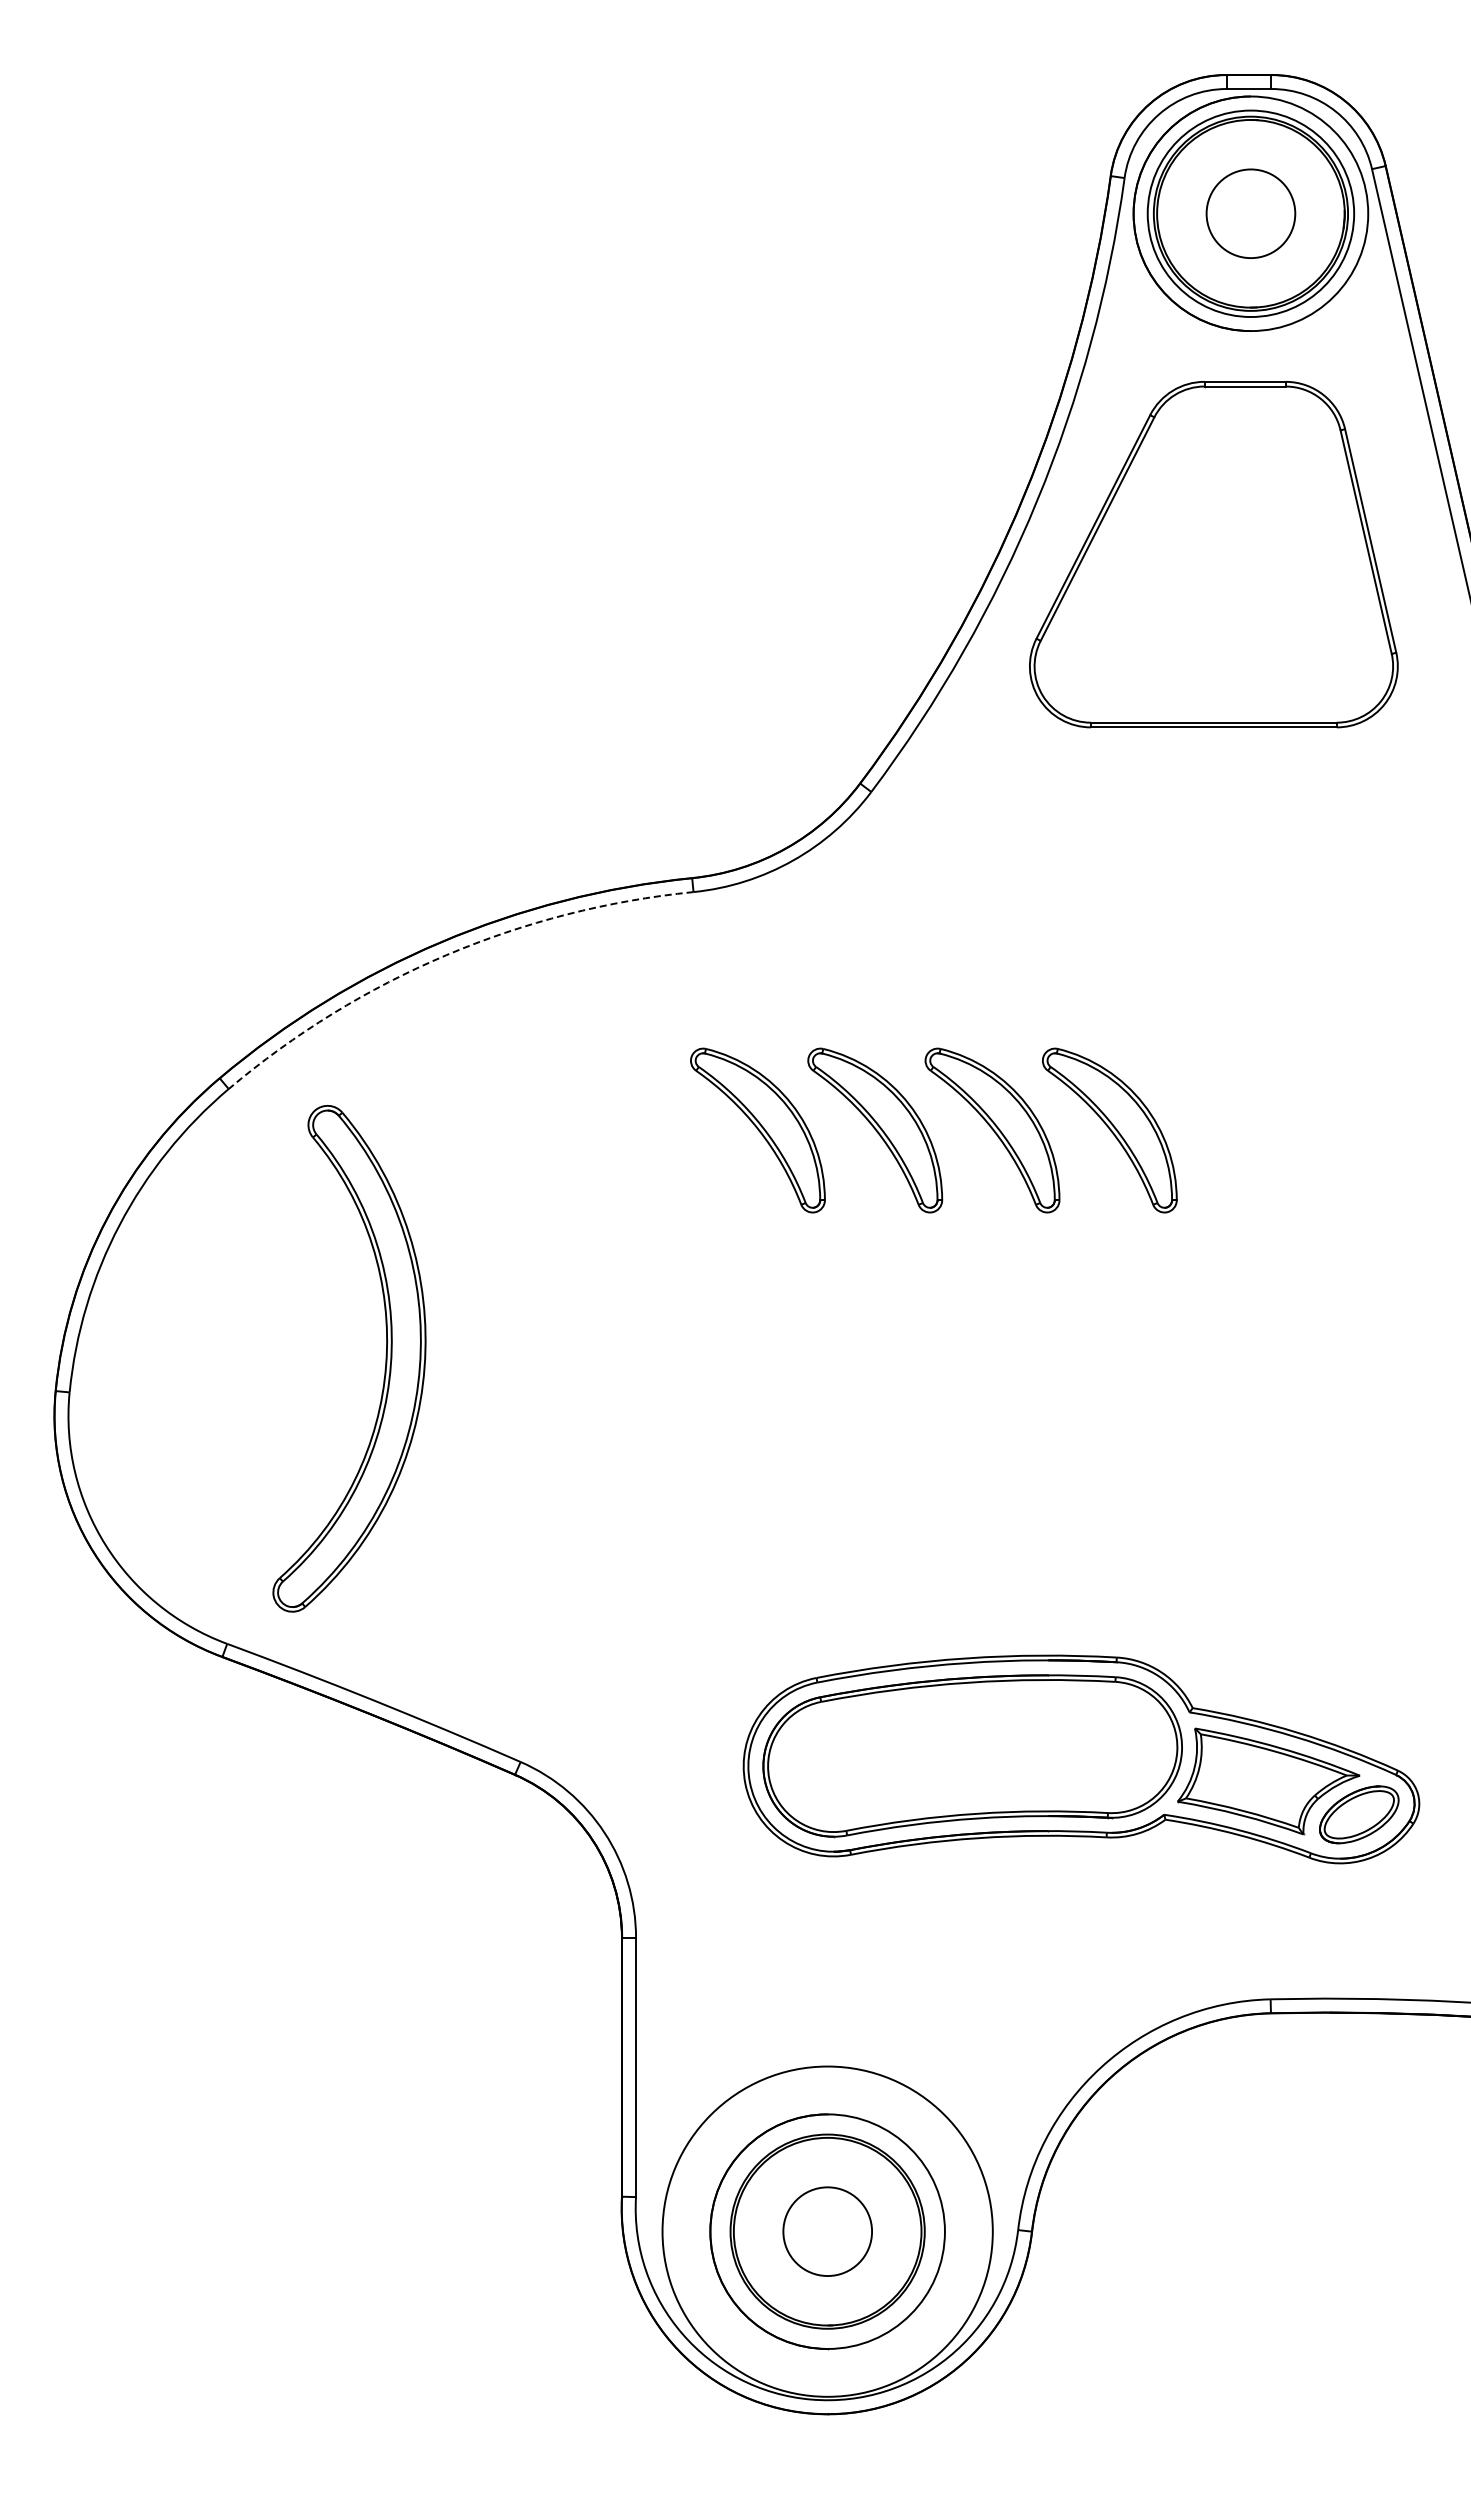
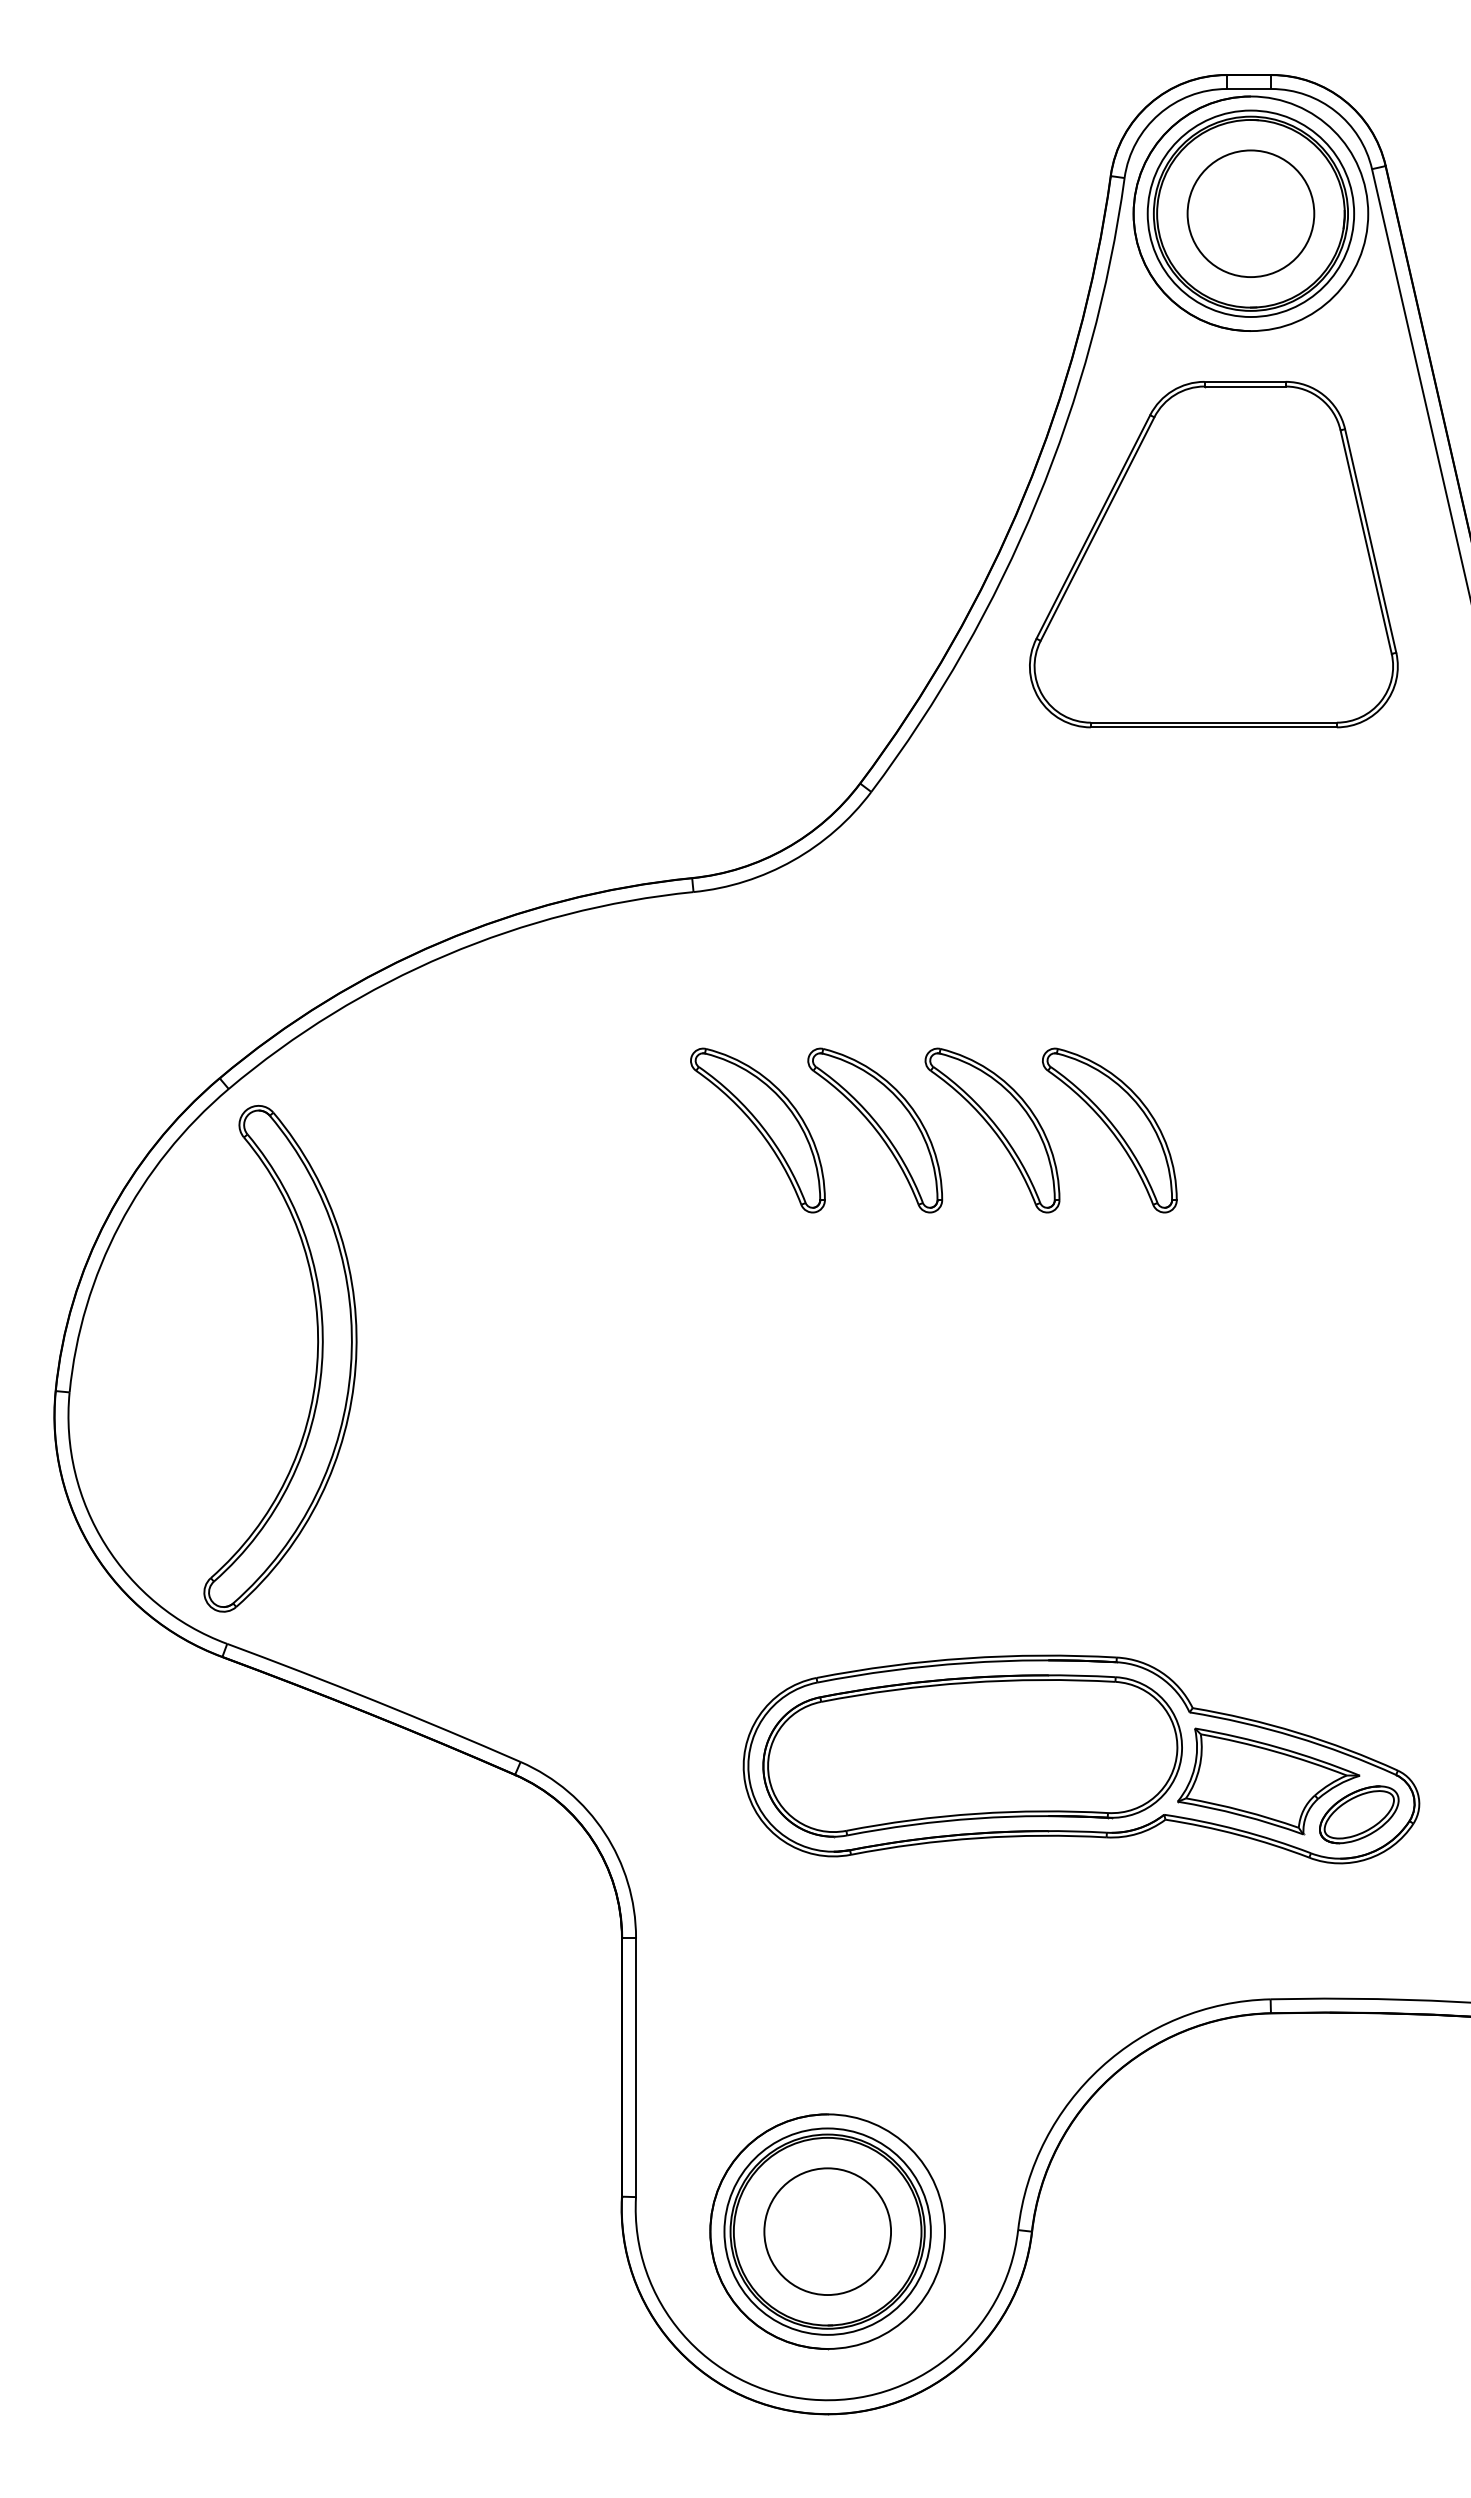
circle at (1250, 213) diameter: 89 px -> 127 px
arc at (446, 955): dashed -> solid
part at (385, 1358) position: (385, 1358) -> (316, 1358)
circle at (827, 2231) diameter: 330 px -> 206 px
circle at (827, 2231) diameter: 89 px -> 127 px
